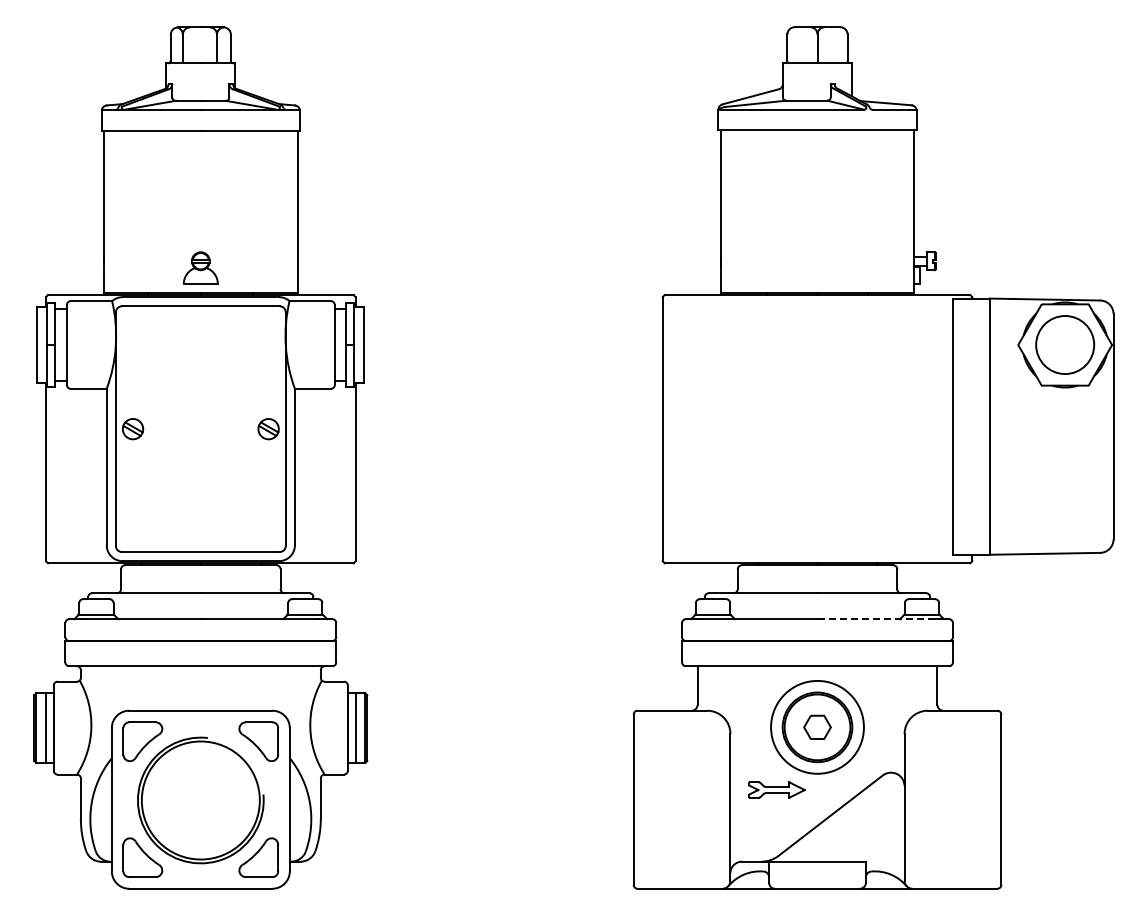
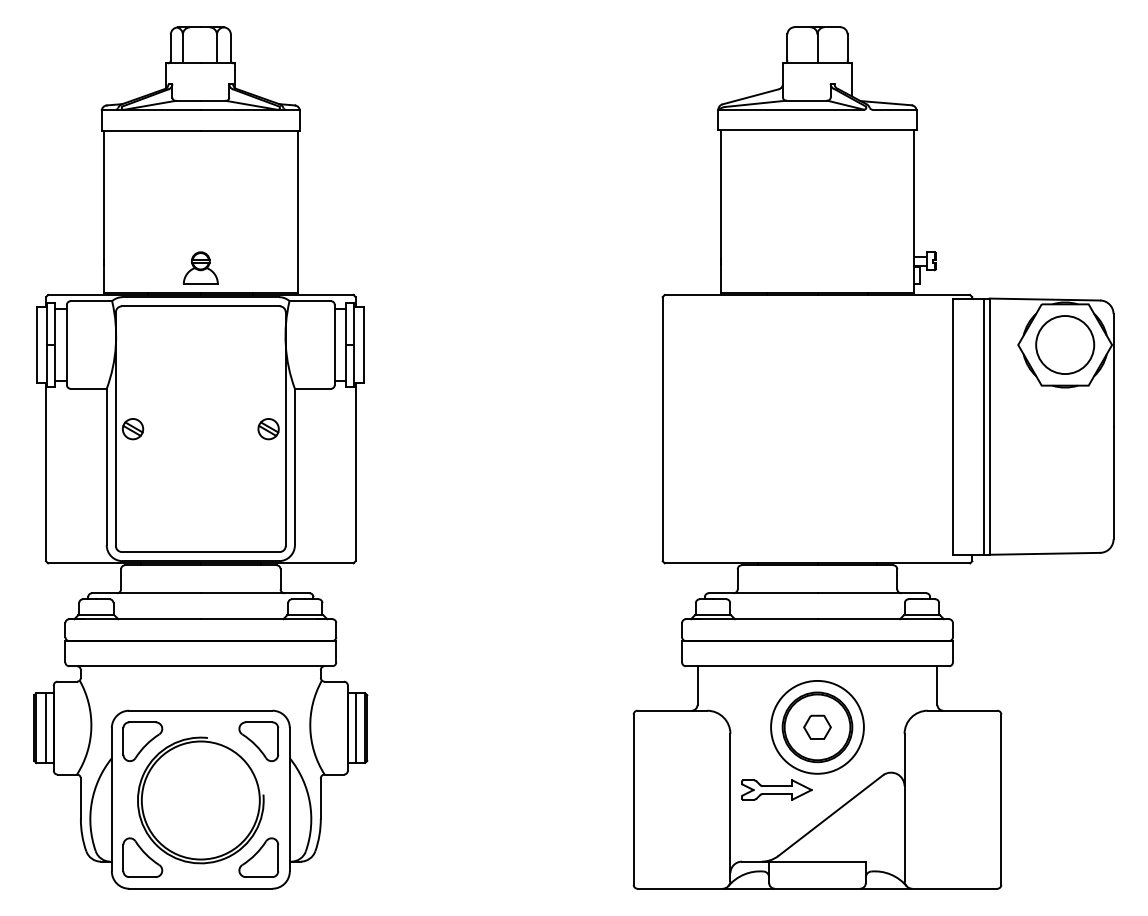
line at (983, 426): none -> present
line at (883, 619): dashed -> solid
part at (776, 789) size: 58x18 px -> 72x22 px
